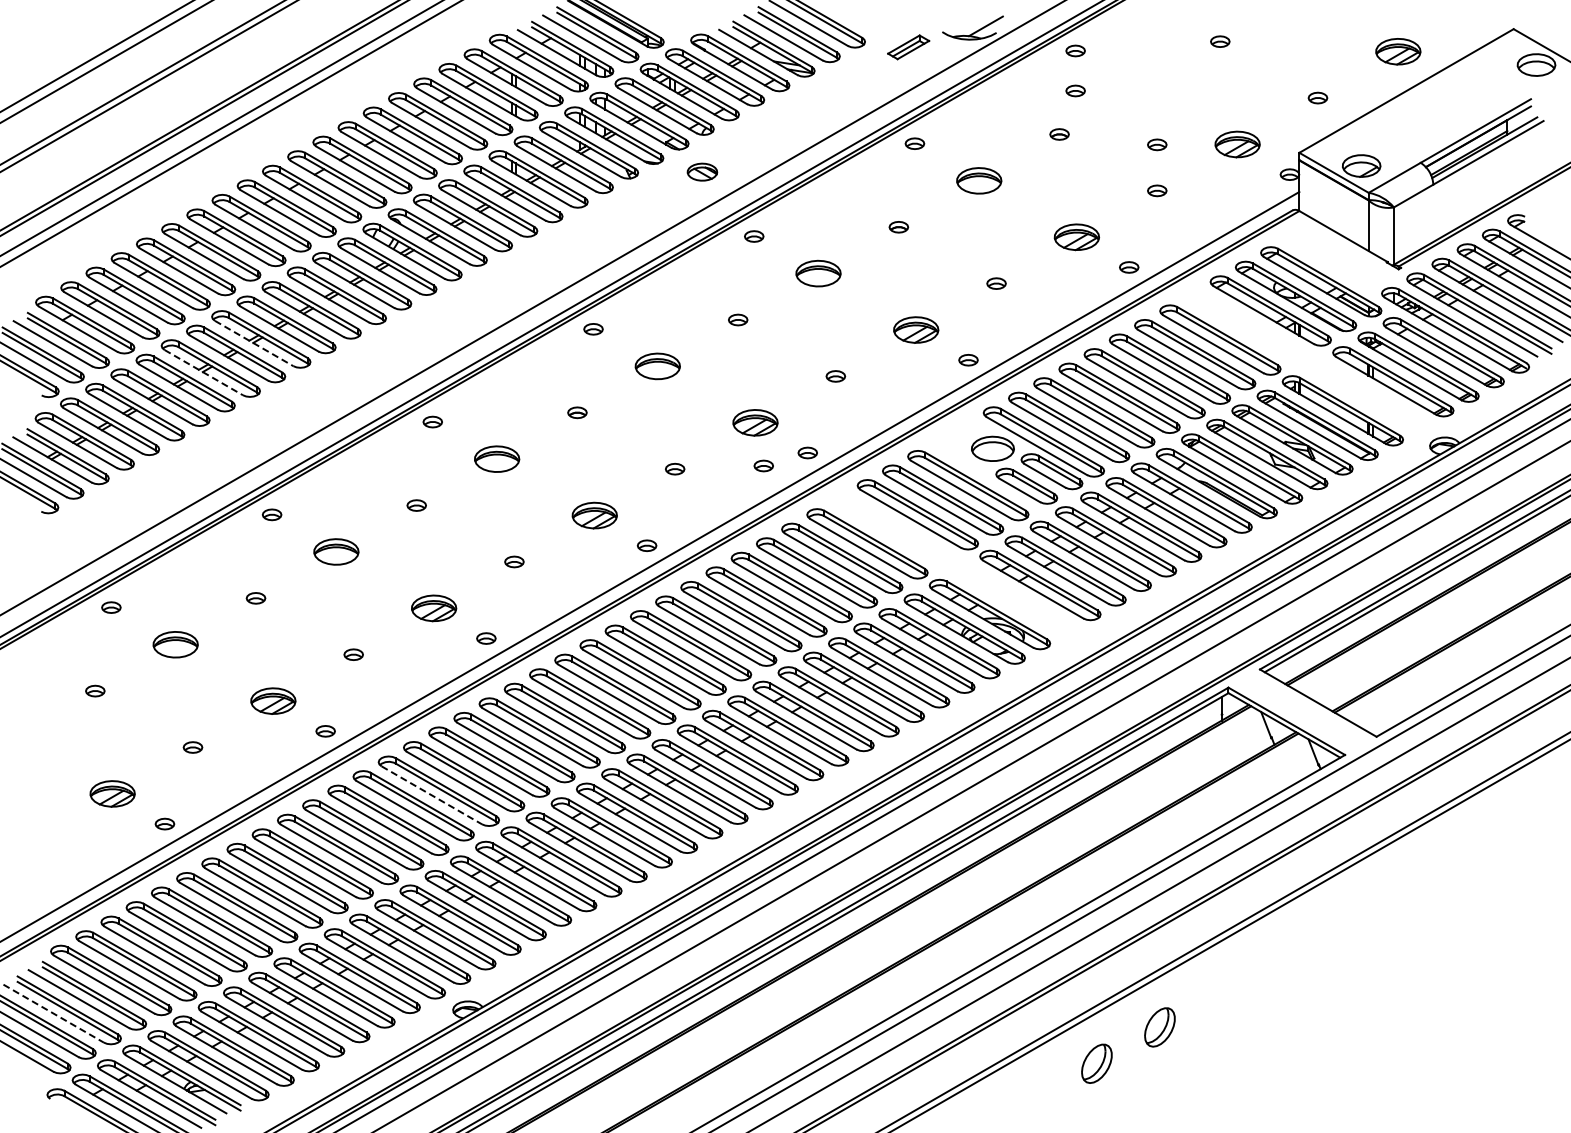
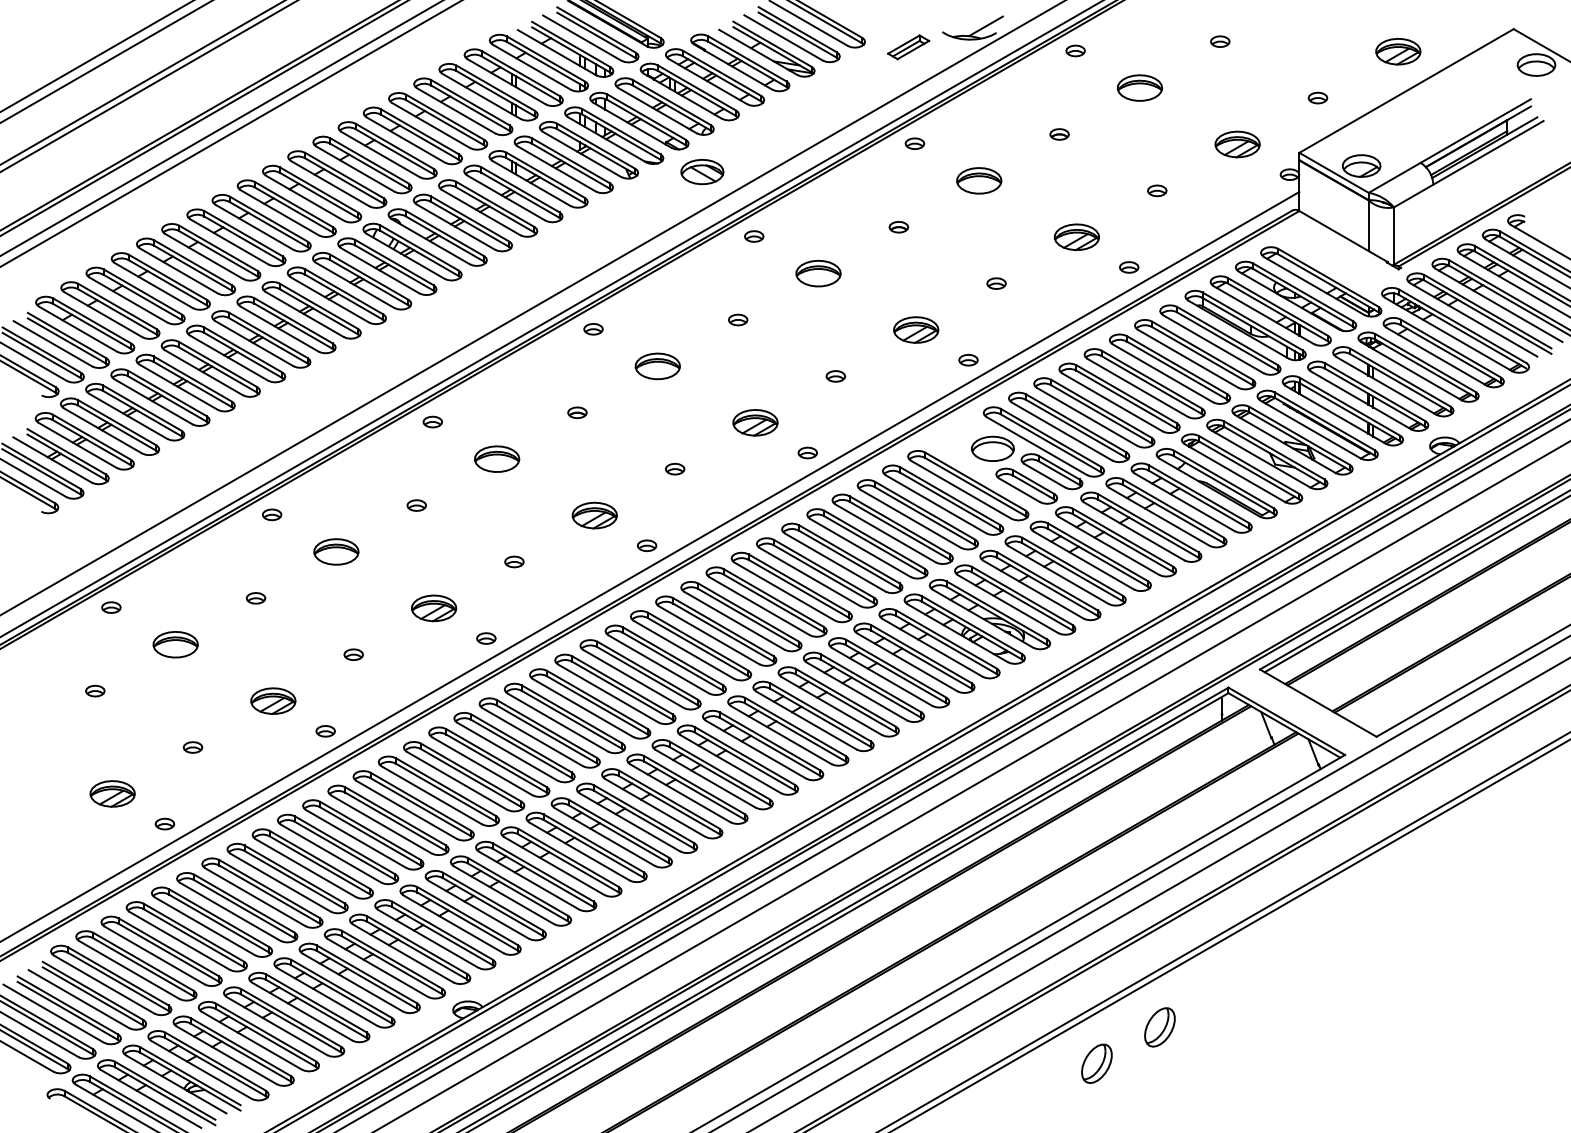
part at (1139, 87): none -> present
part at (1075, 90): present -> none
part at (1157, 144): present -> none
part at (702, 171) size: 33x20 px -> 45x27 px
line at (254, 343): dashed -> solid
part at (1306, 360): none -> present
line at (204, 372): dashed -> solid
part at (763, 465): present -> none
part at (953, 564): none -> present
line at (431, 795): dashed -> solid
line at (53, 1013): dashed -> solid
